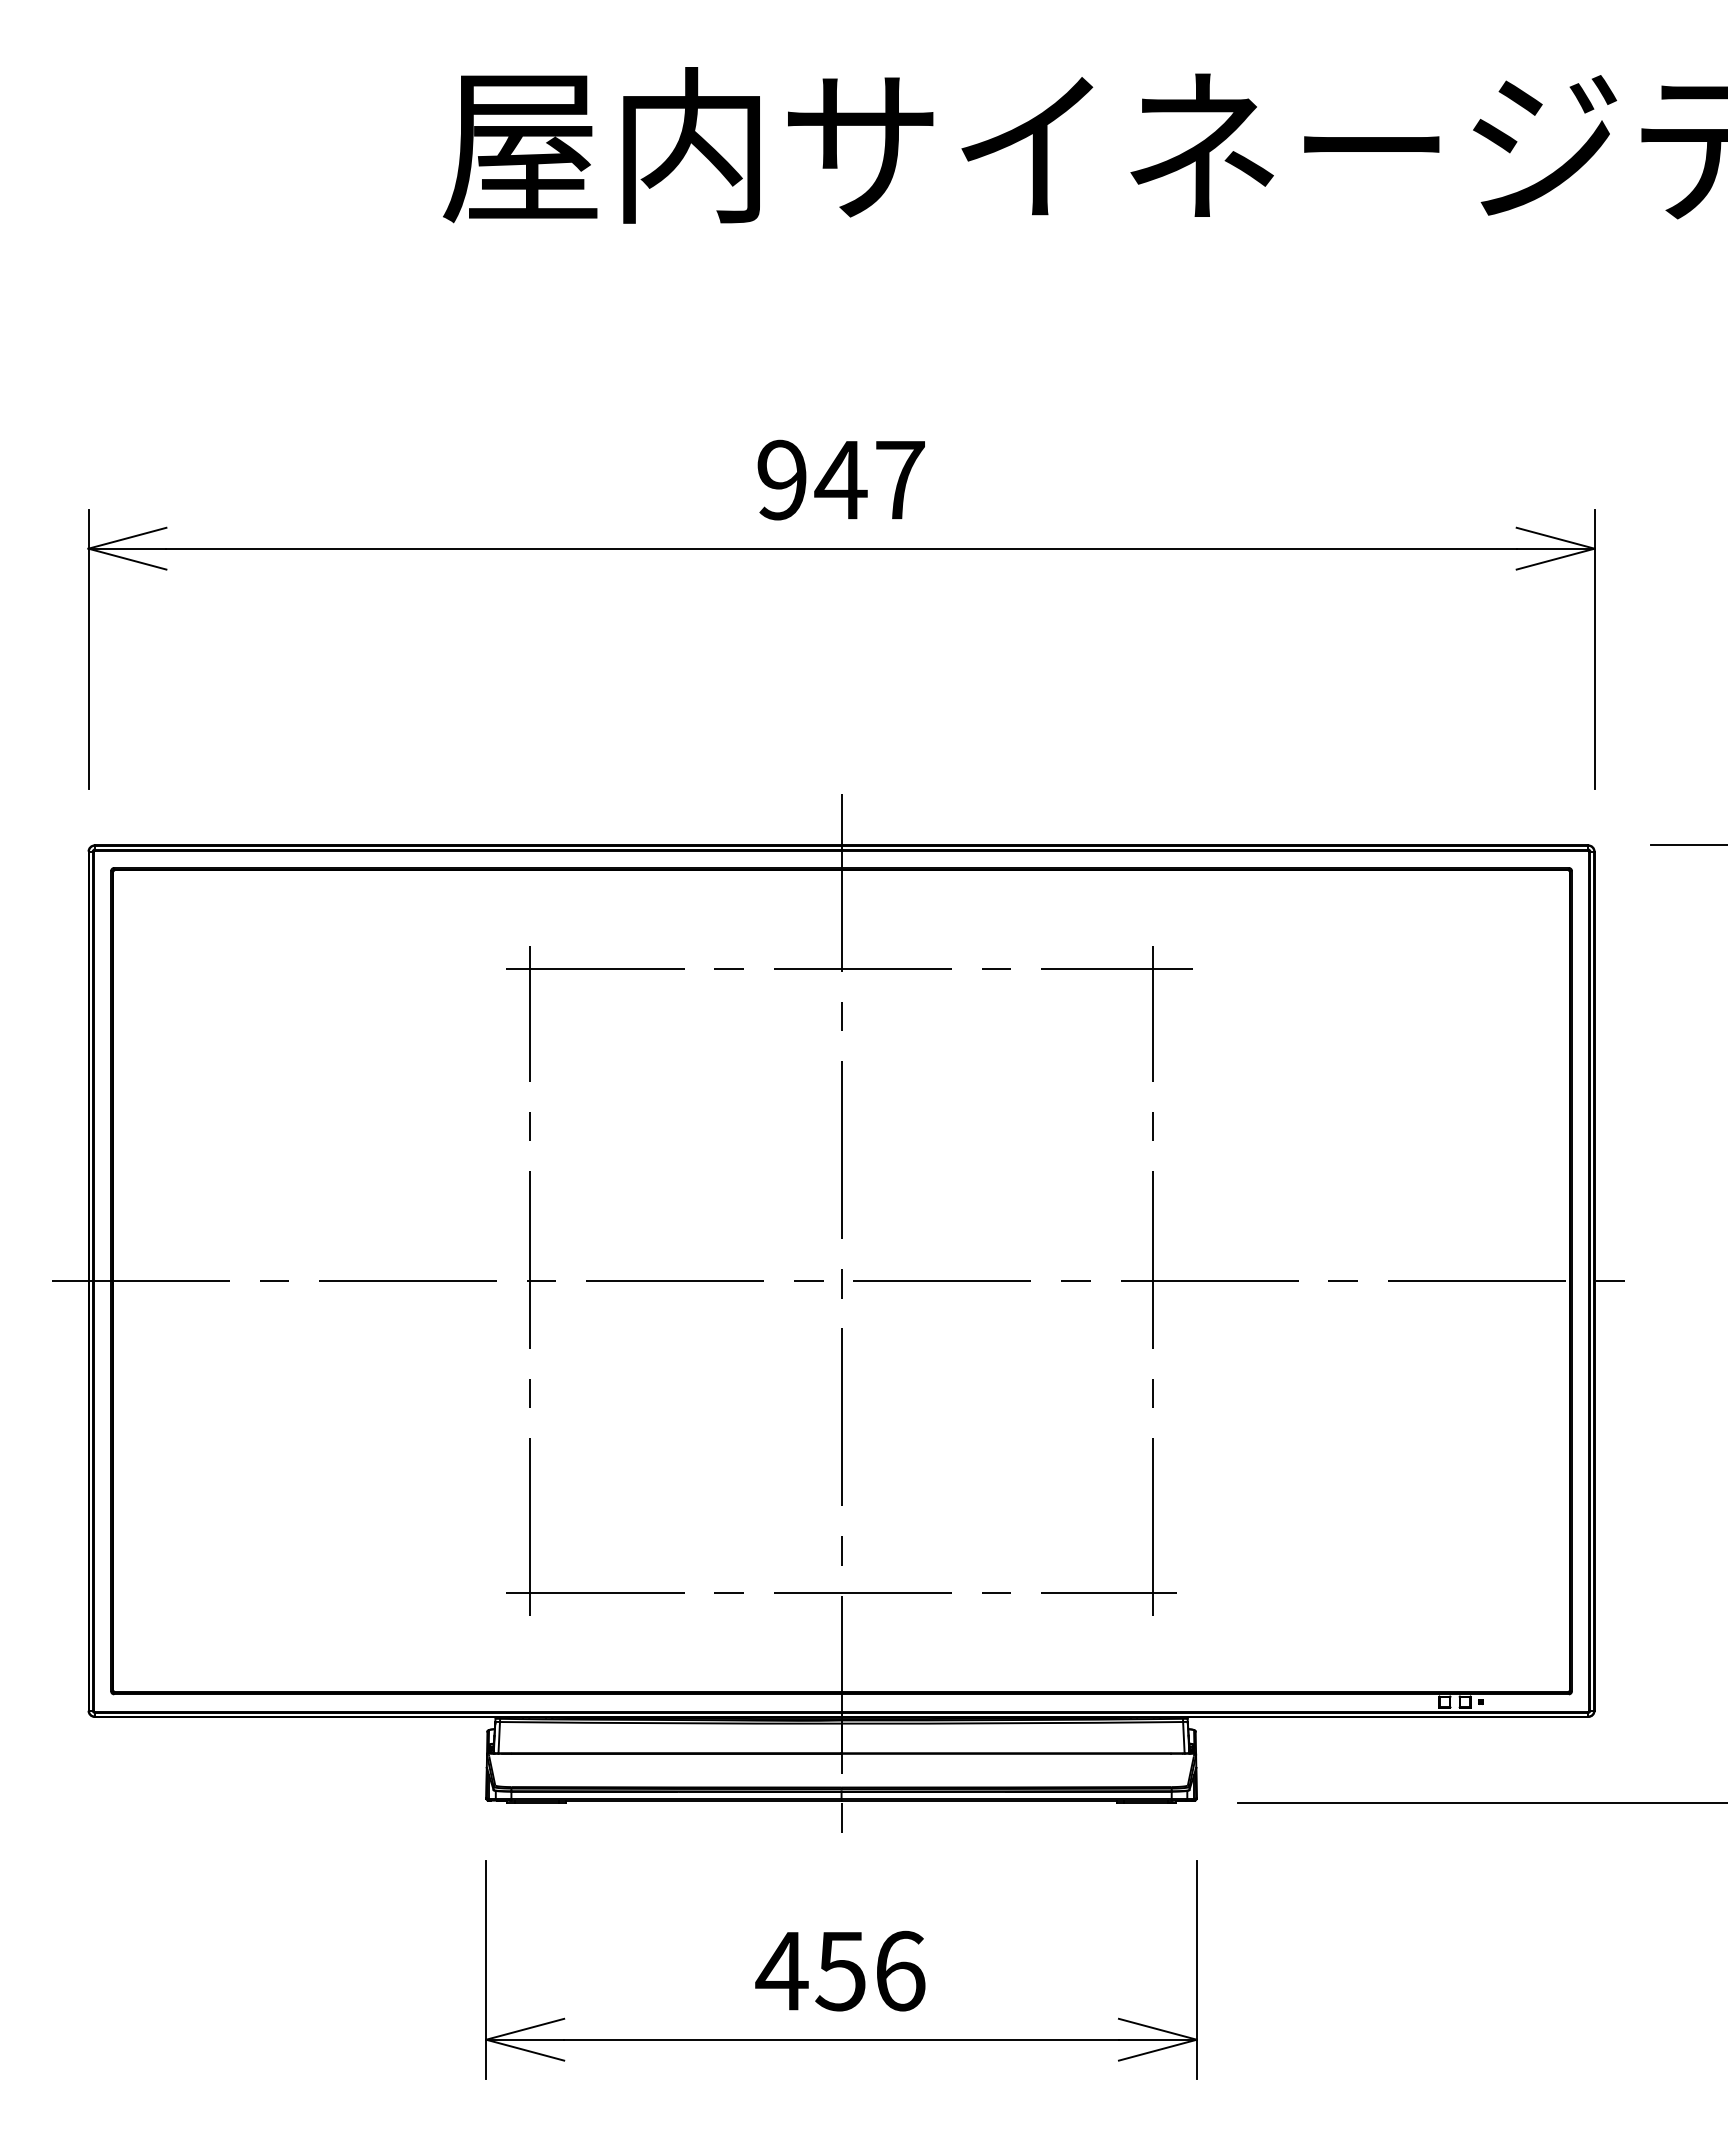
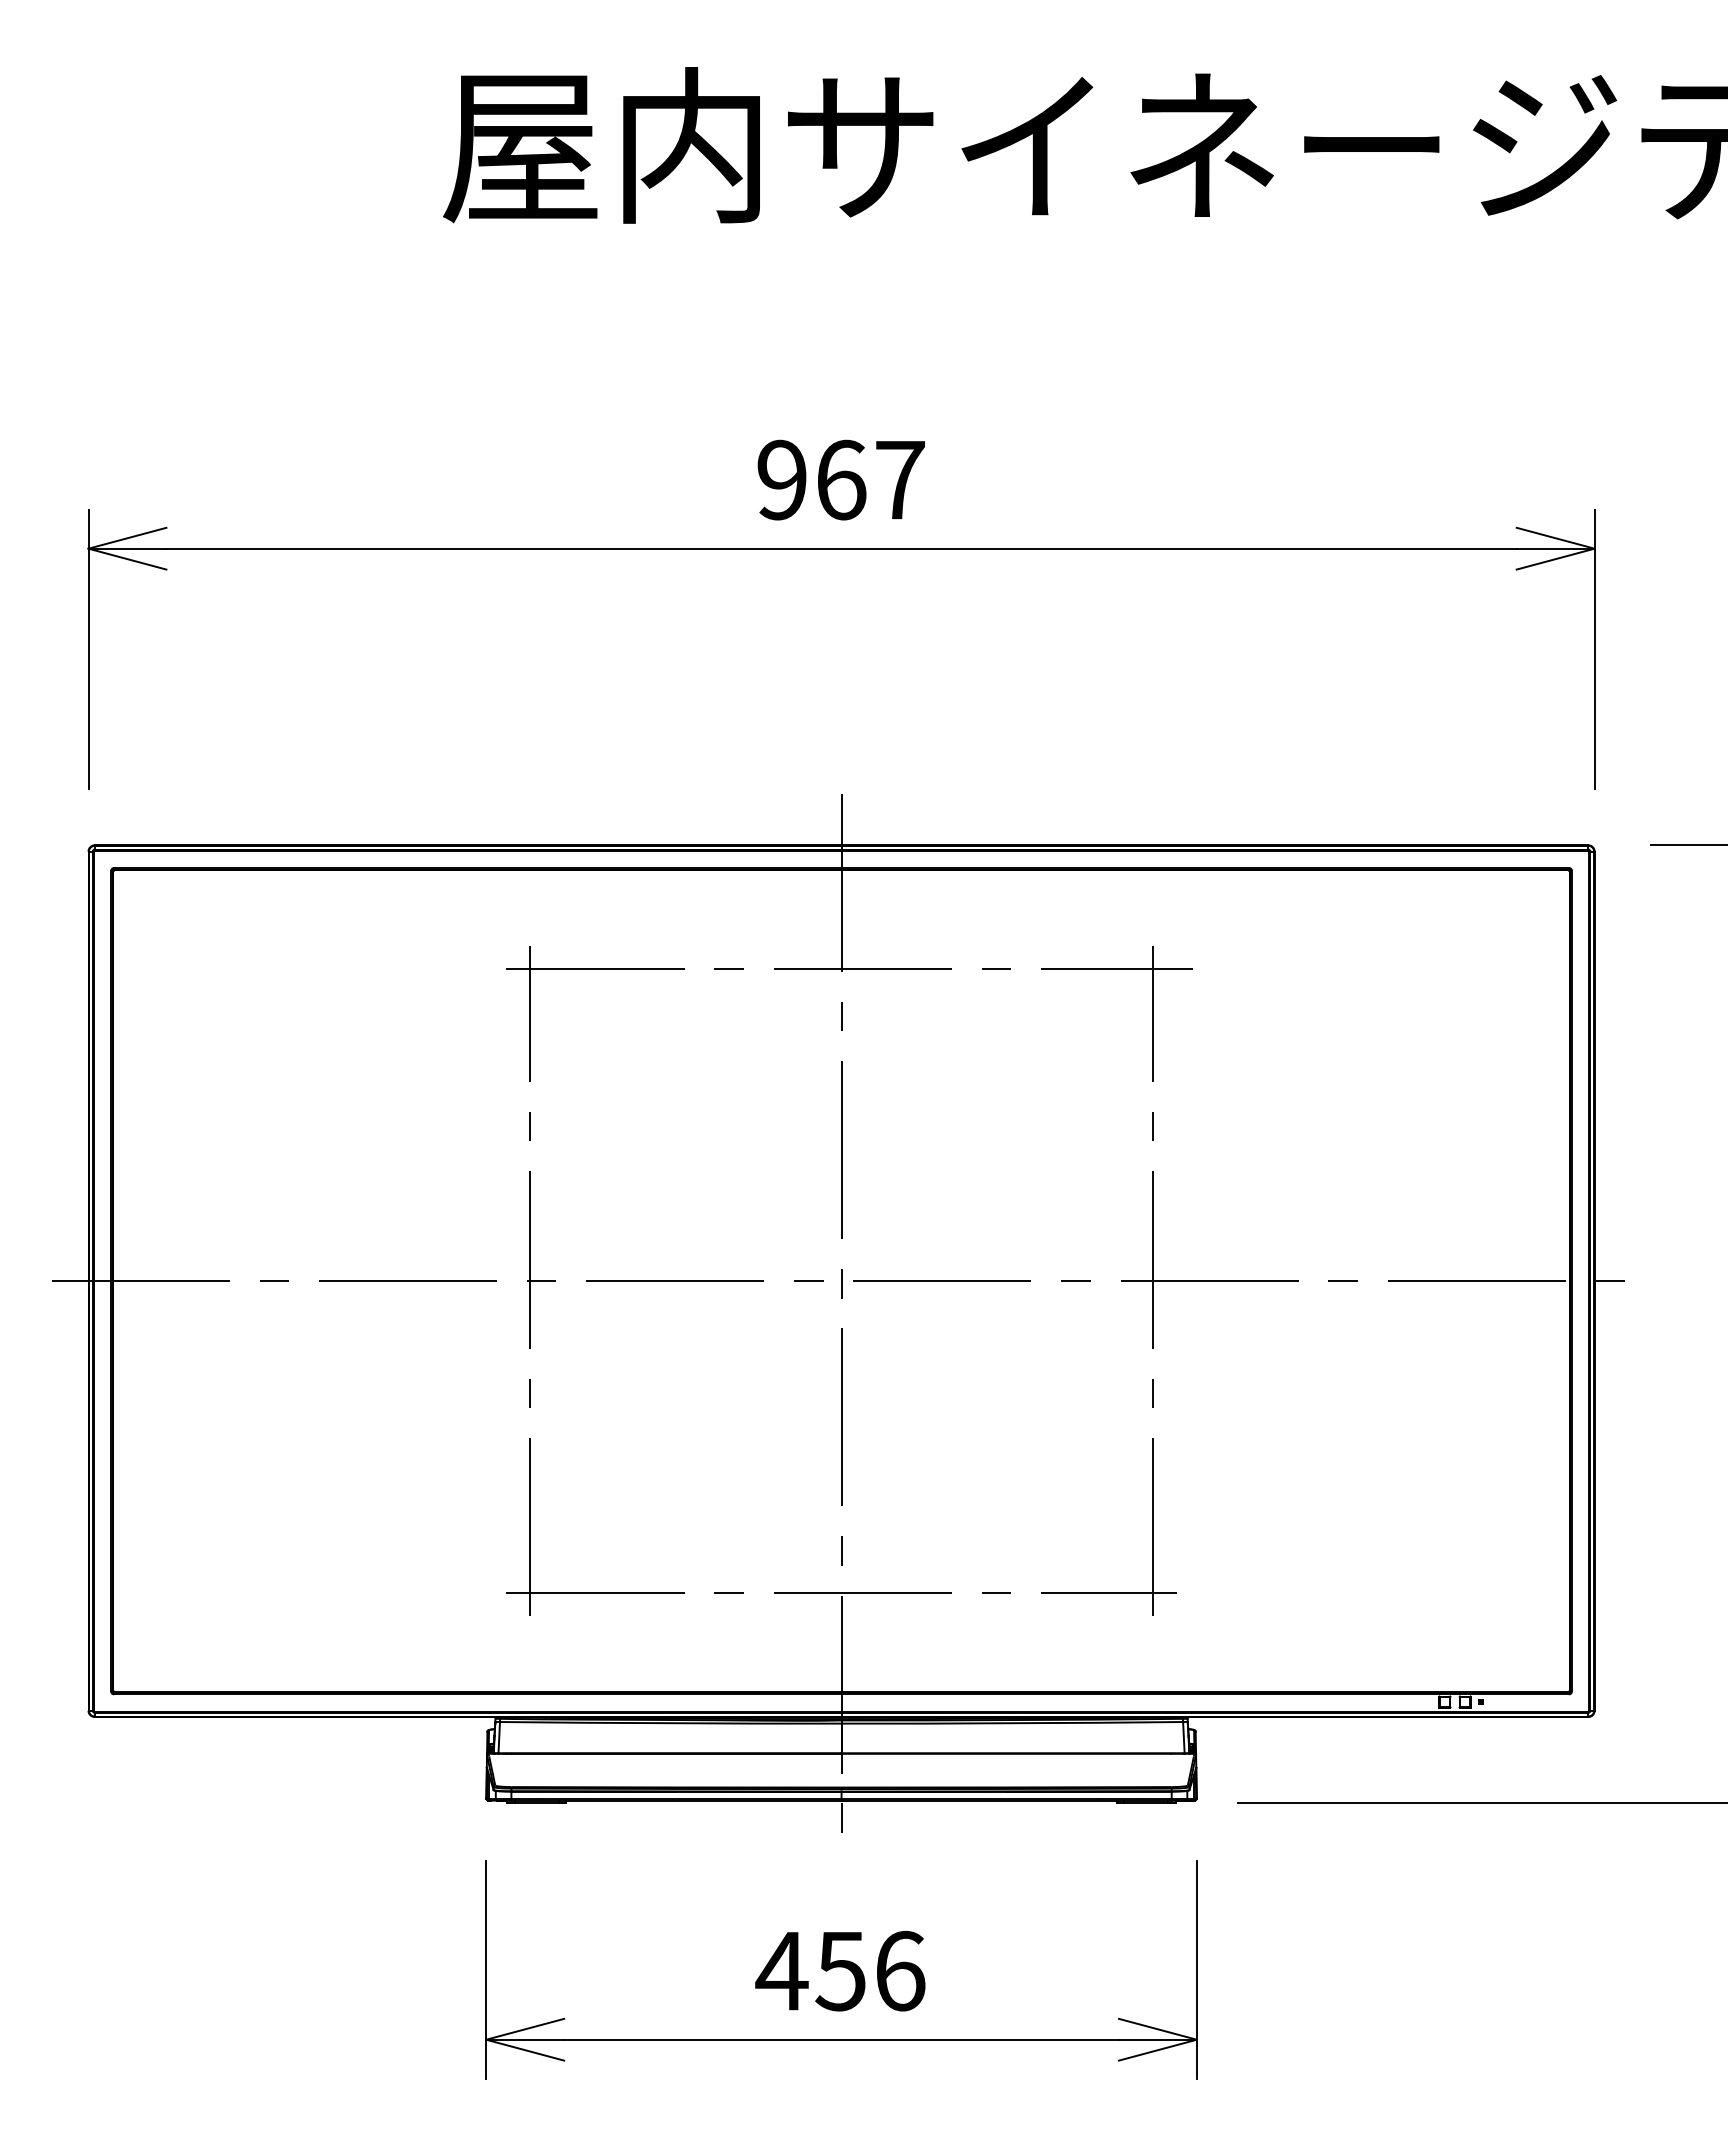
text at (840, 479): 947 -> 967
